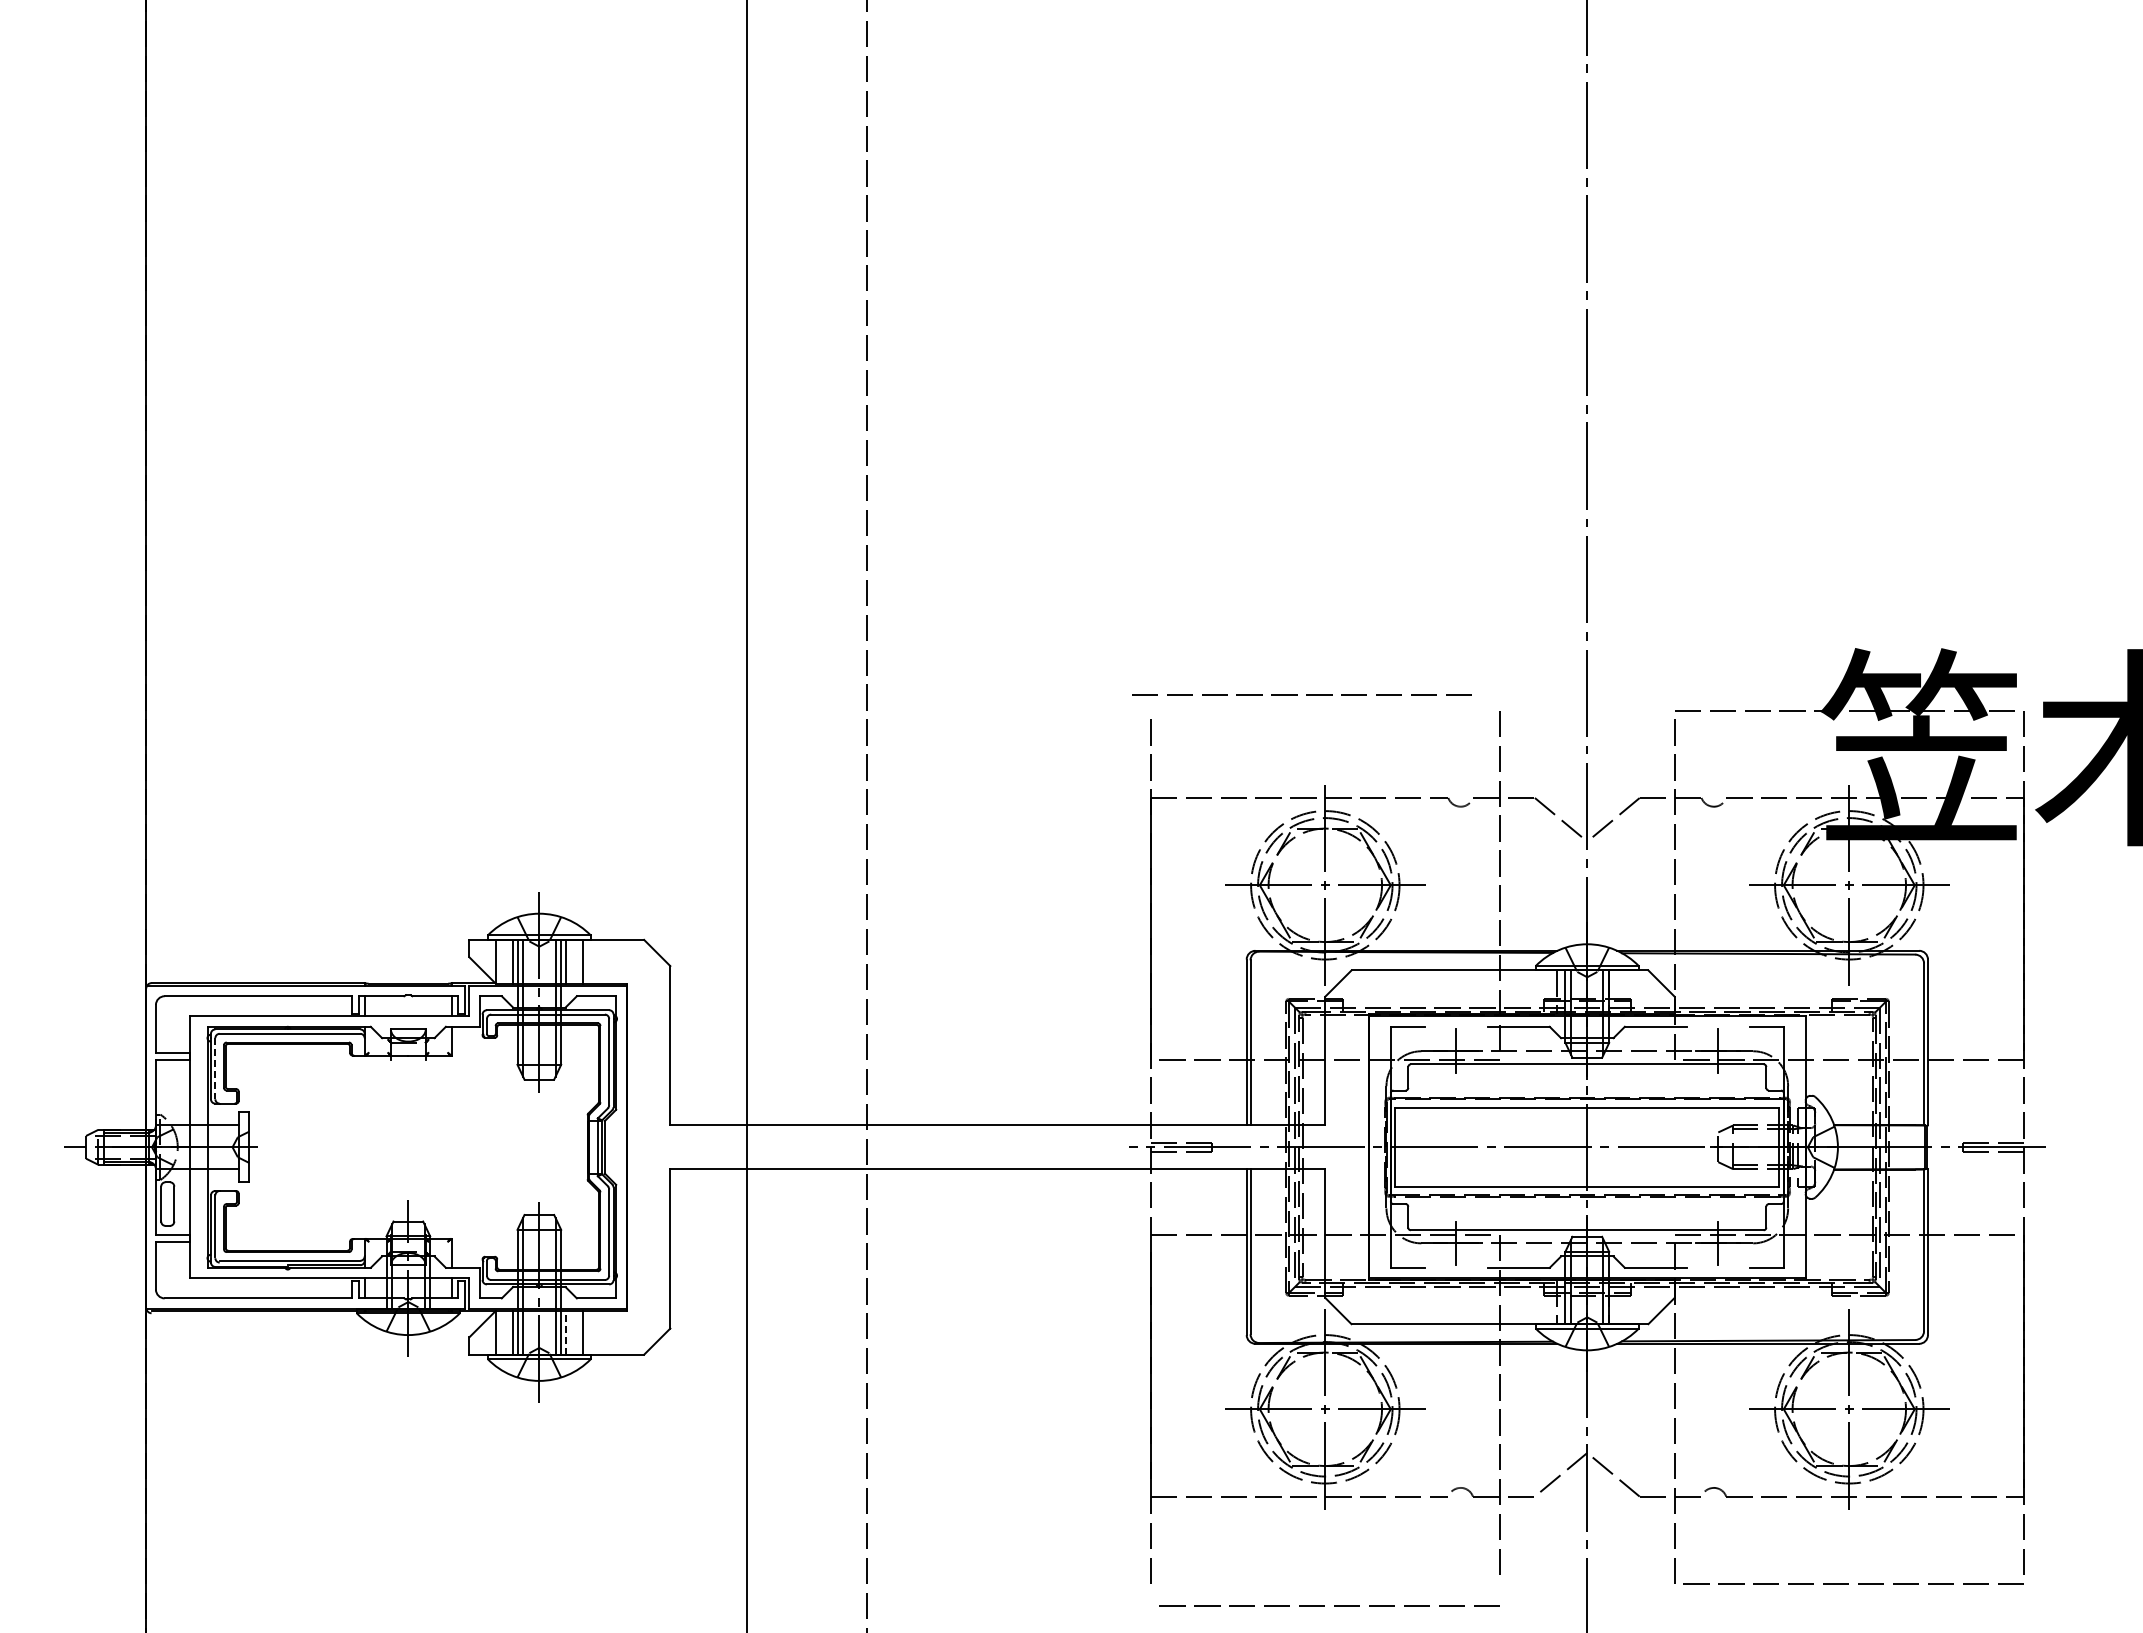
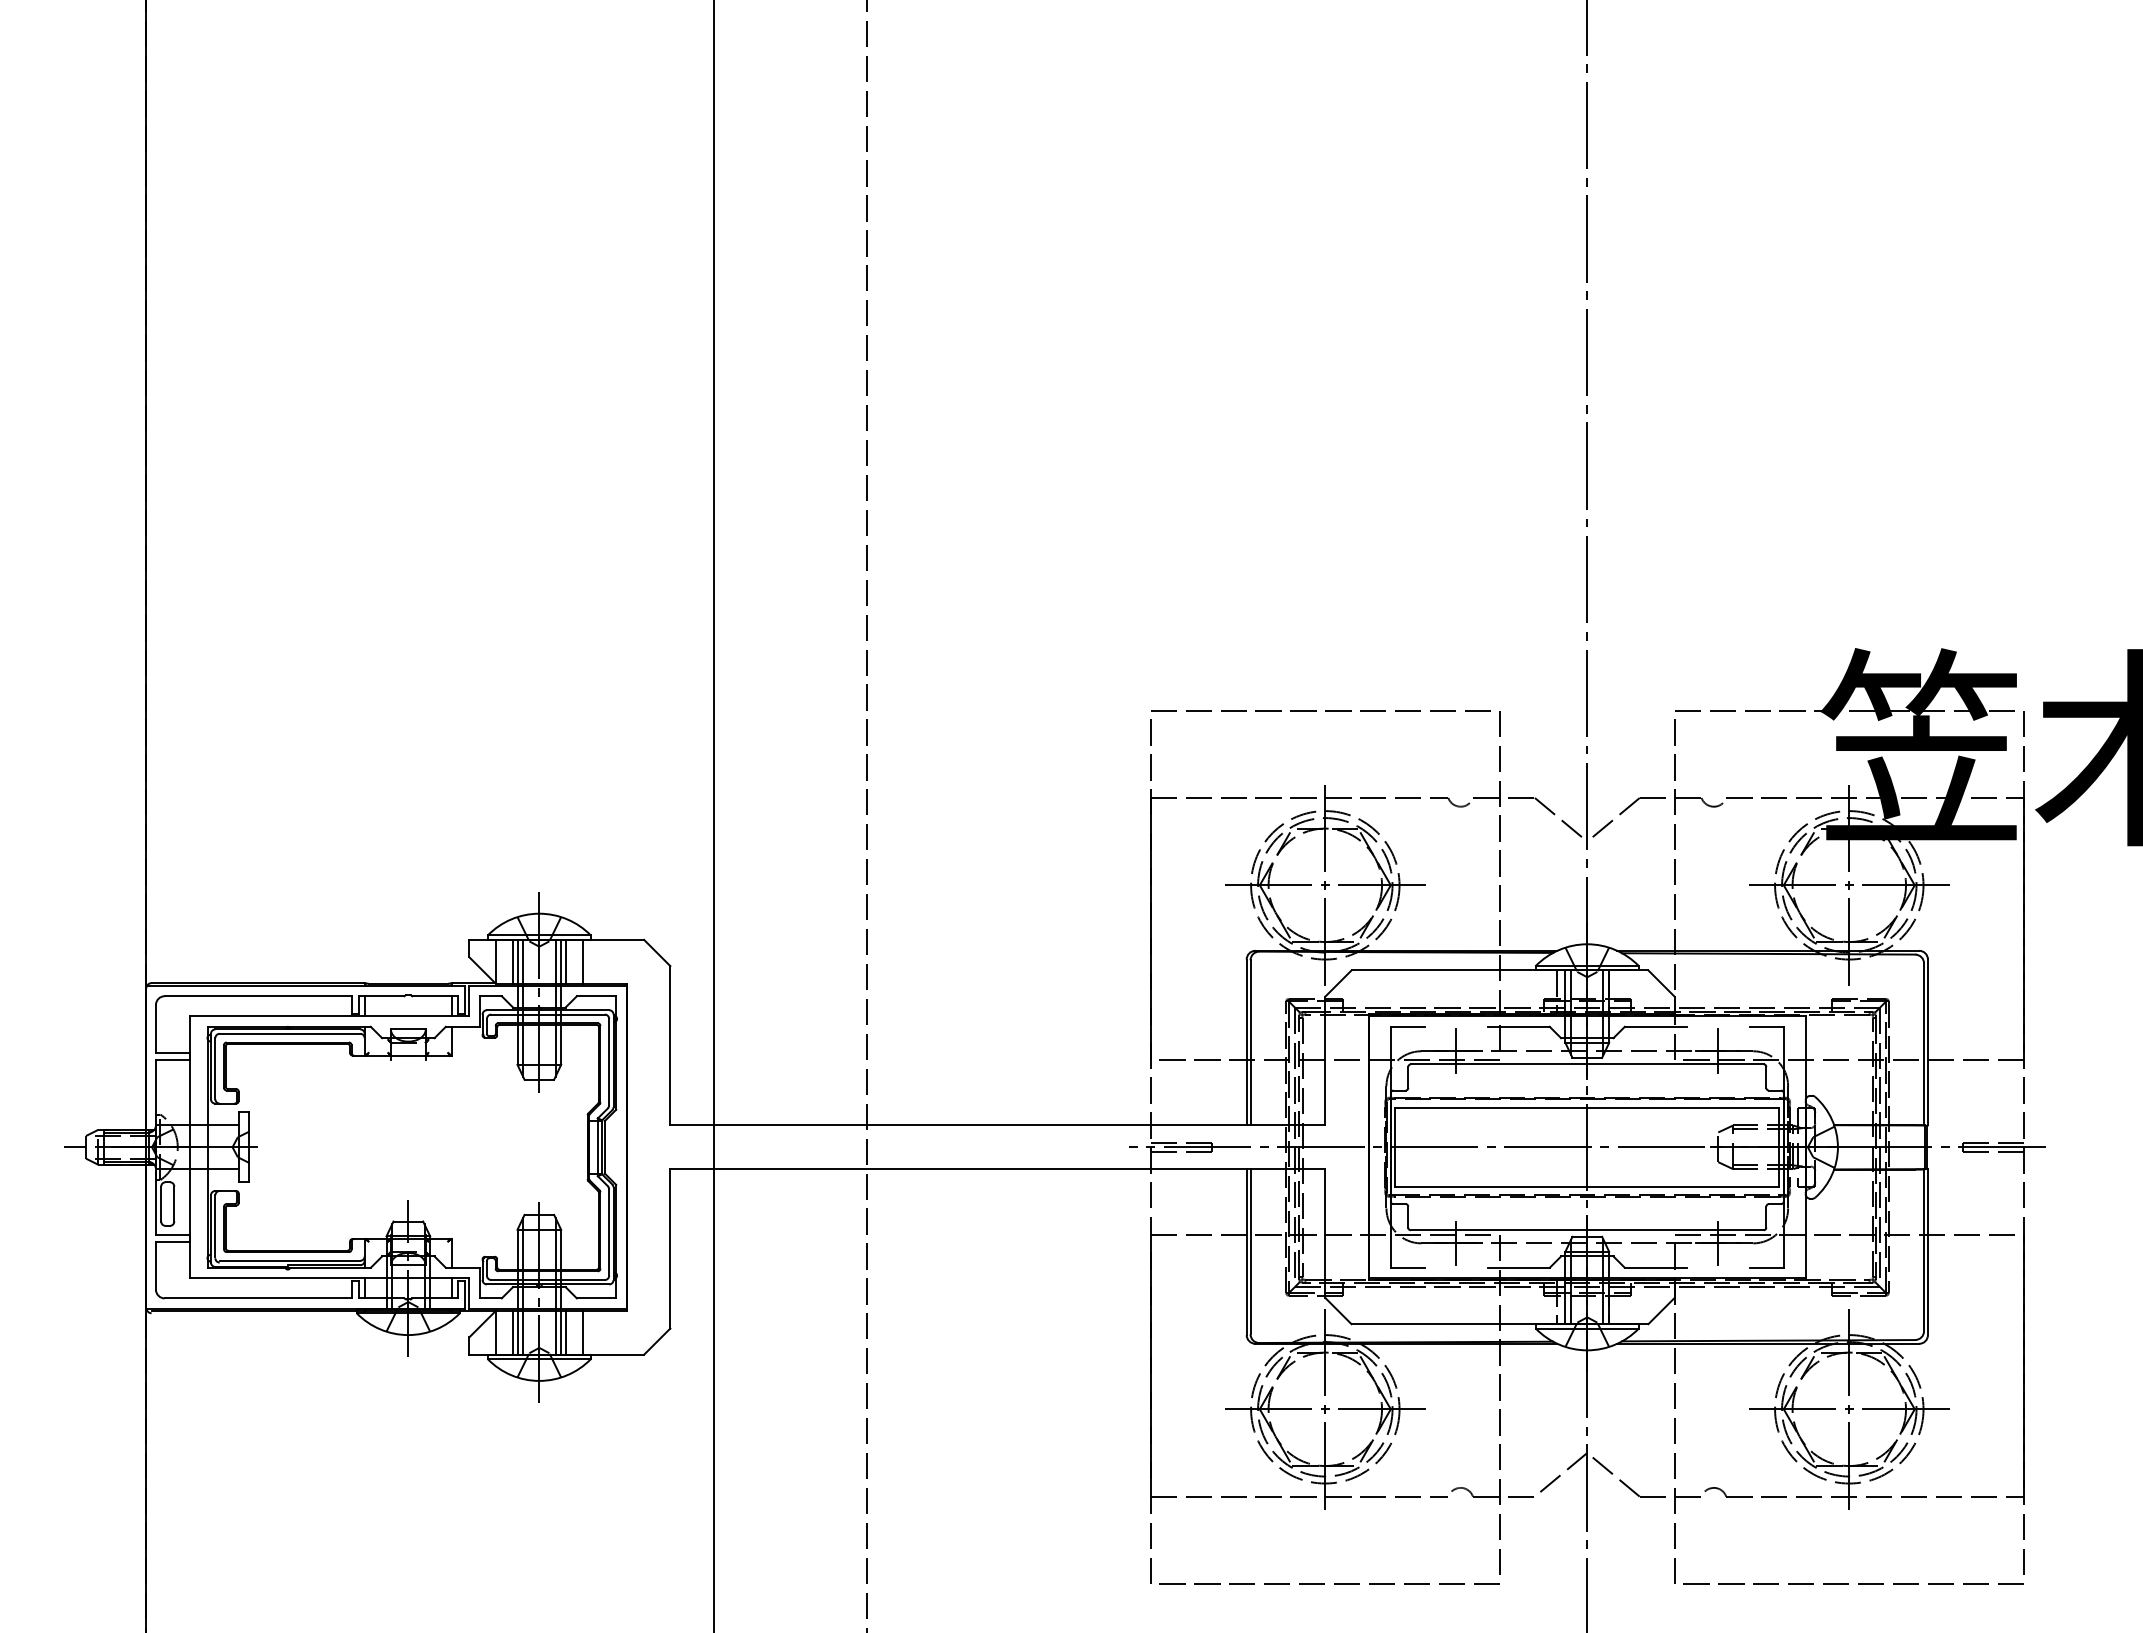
line at (1297, 694) position: (1297, 694) -> (1316, 710)
line at (747, 815) position: (747, 815) -> (714, 815)
line at (215, 1068): dashed -> solid
line at (565, 1332): dashed -> solid
line at (1324, 1605) position: (1324, 1605) -> (1324, 1583)
